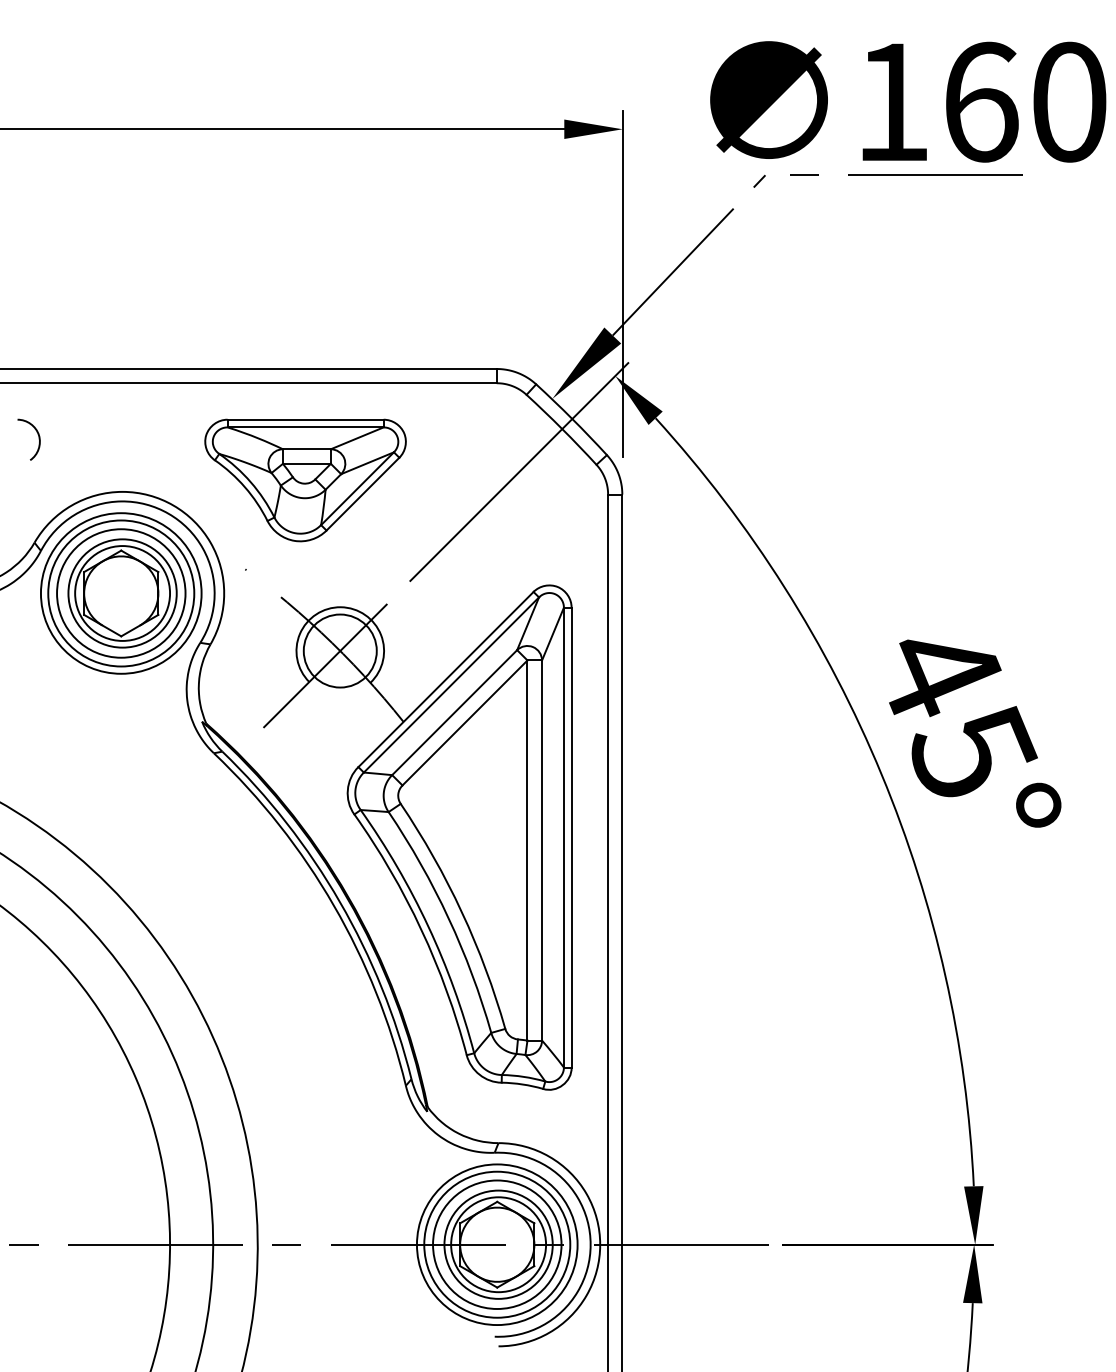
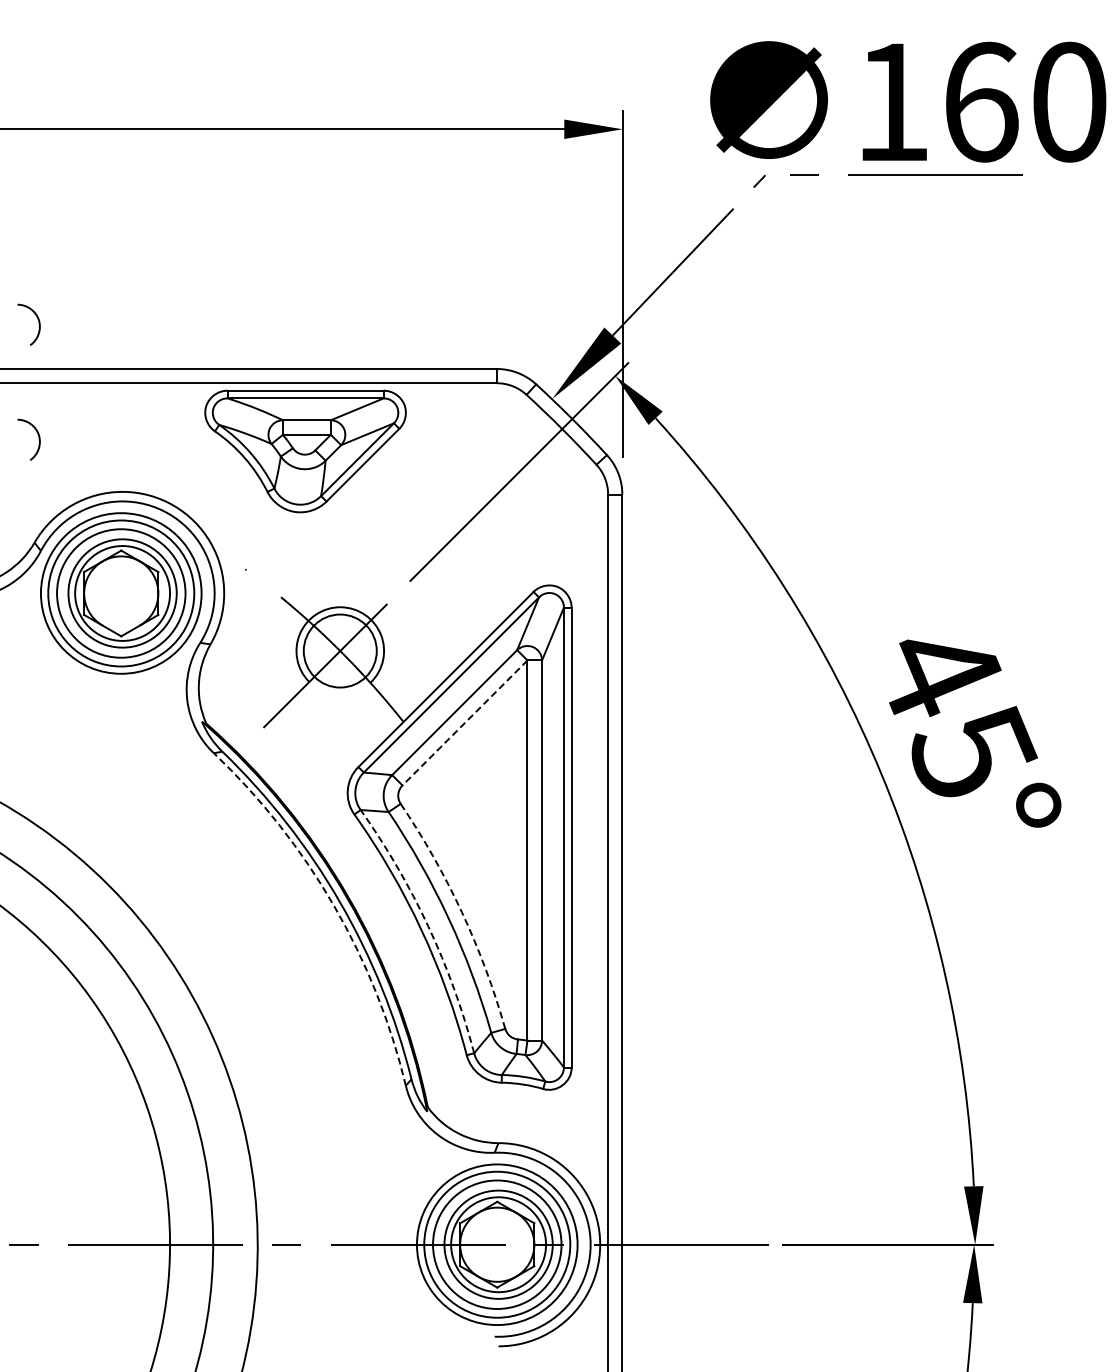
curve at (38, 324): none -> present
part at (305, 480) position: (305, 480) -> (305, 451)
line at (464, 723): solid -> dashed
arc at (333, 905): solid -> dashed
arc at (461, 912): solid -> dashed
arc at (428, 926): solid -> dashed
